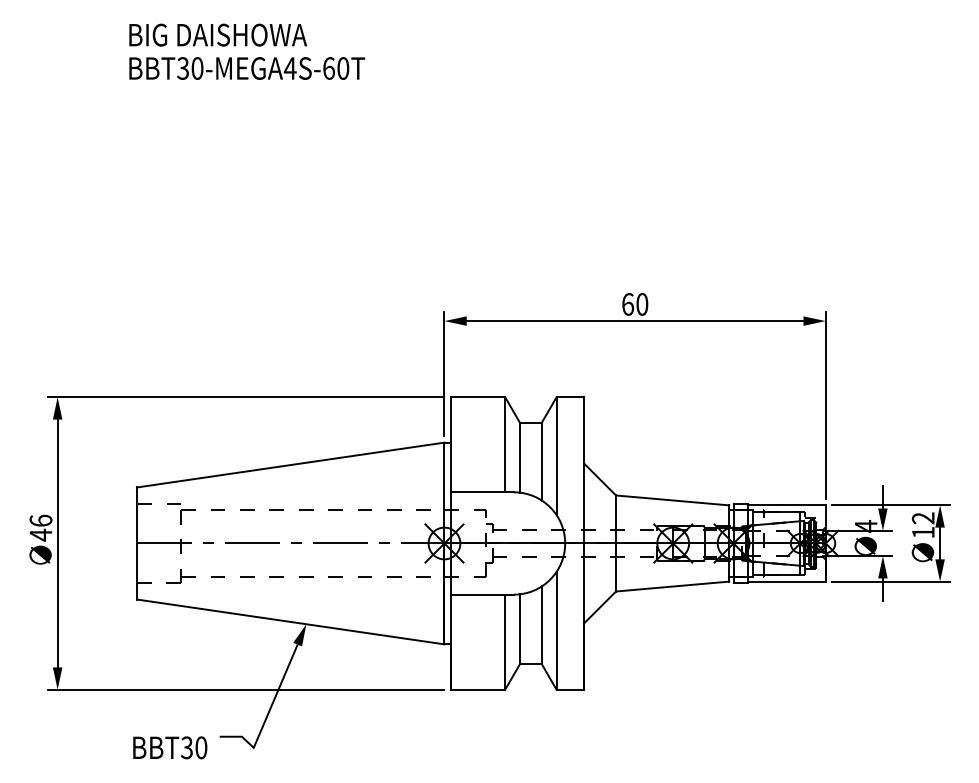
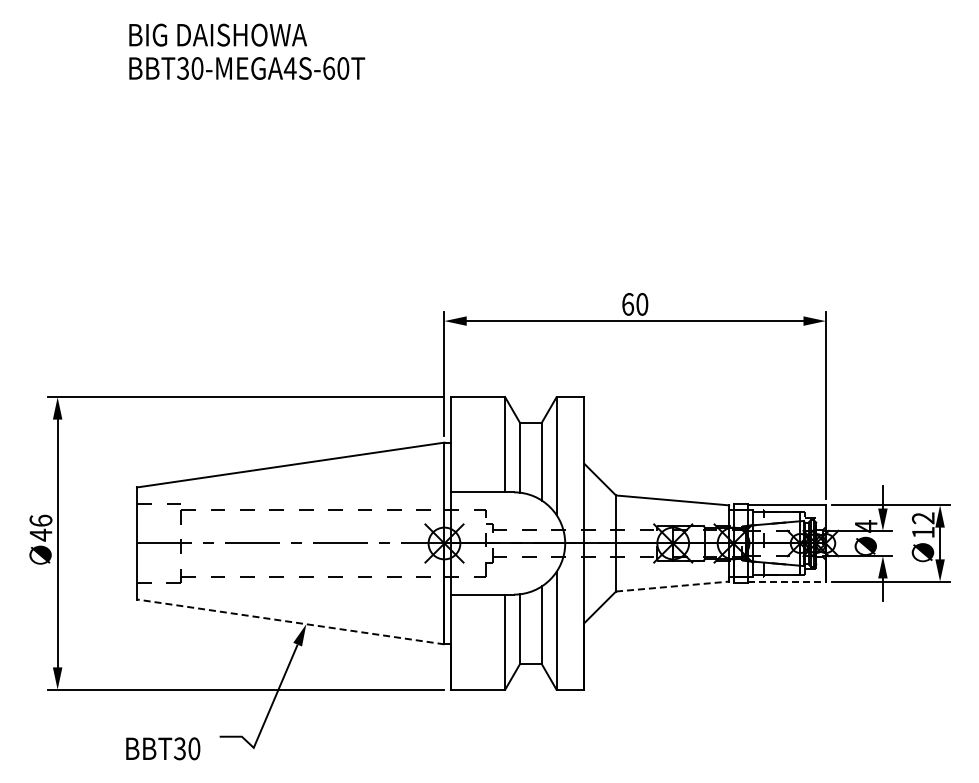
line at (786, 581): solid -> dashed
line at (672, 586): solid -> dashed
line at (290, 621): solid -> dashed
text at (170, 747) position: (170, 747) -> (163, 748)
